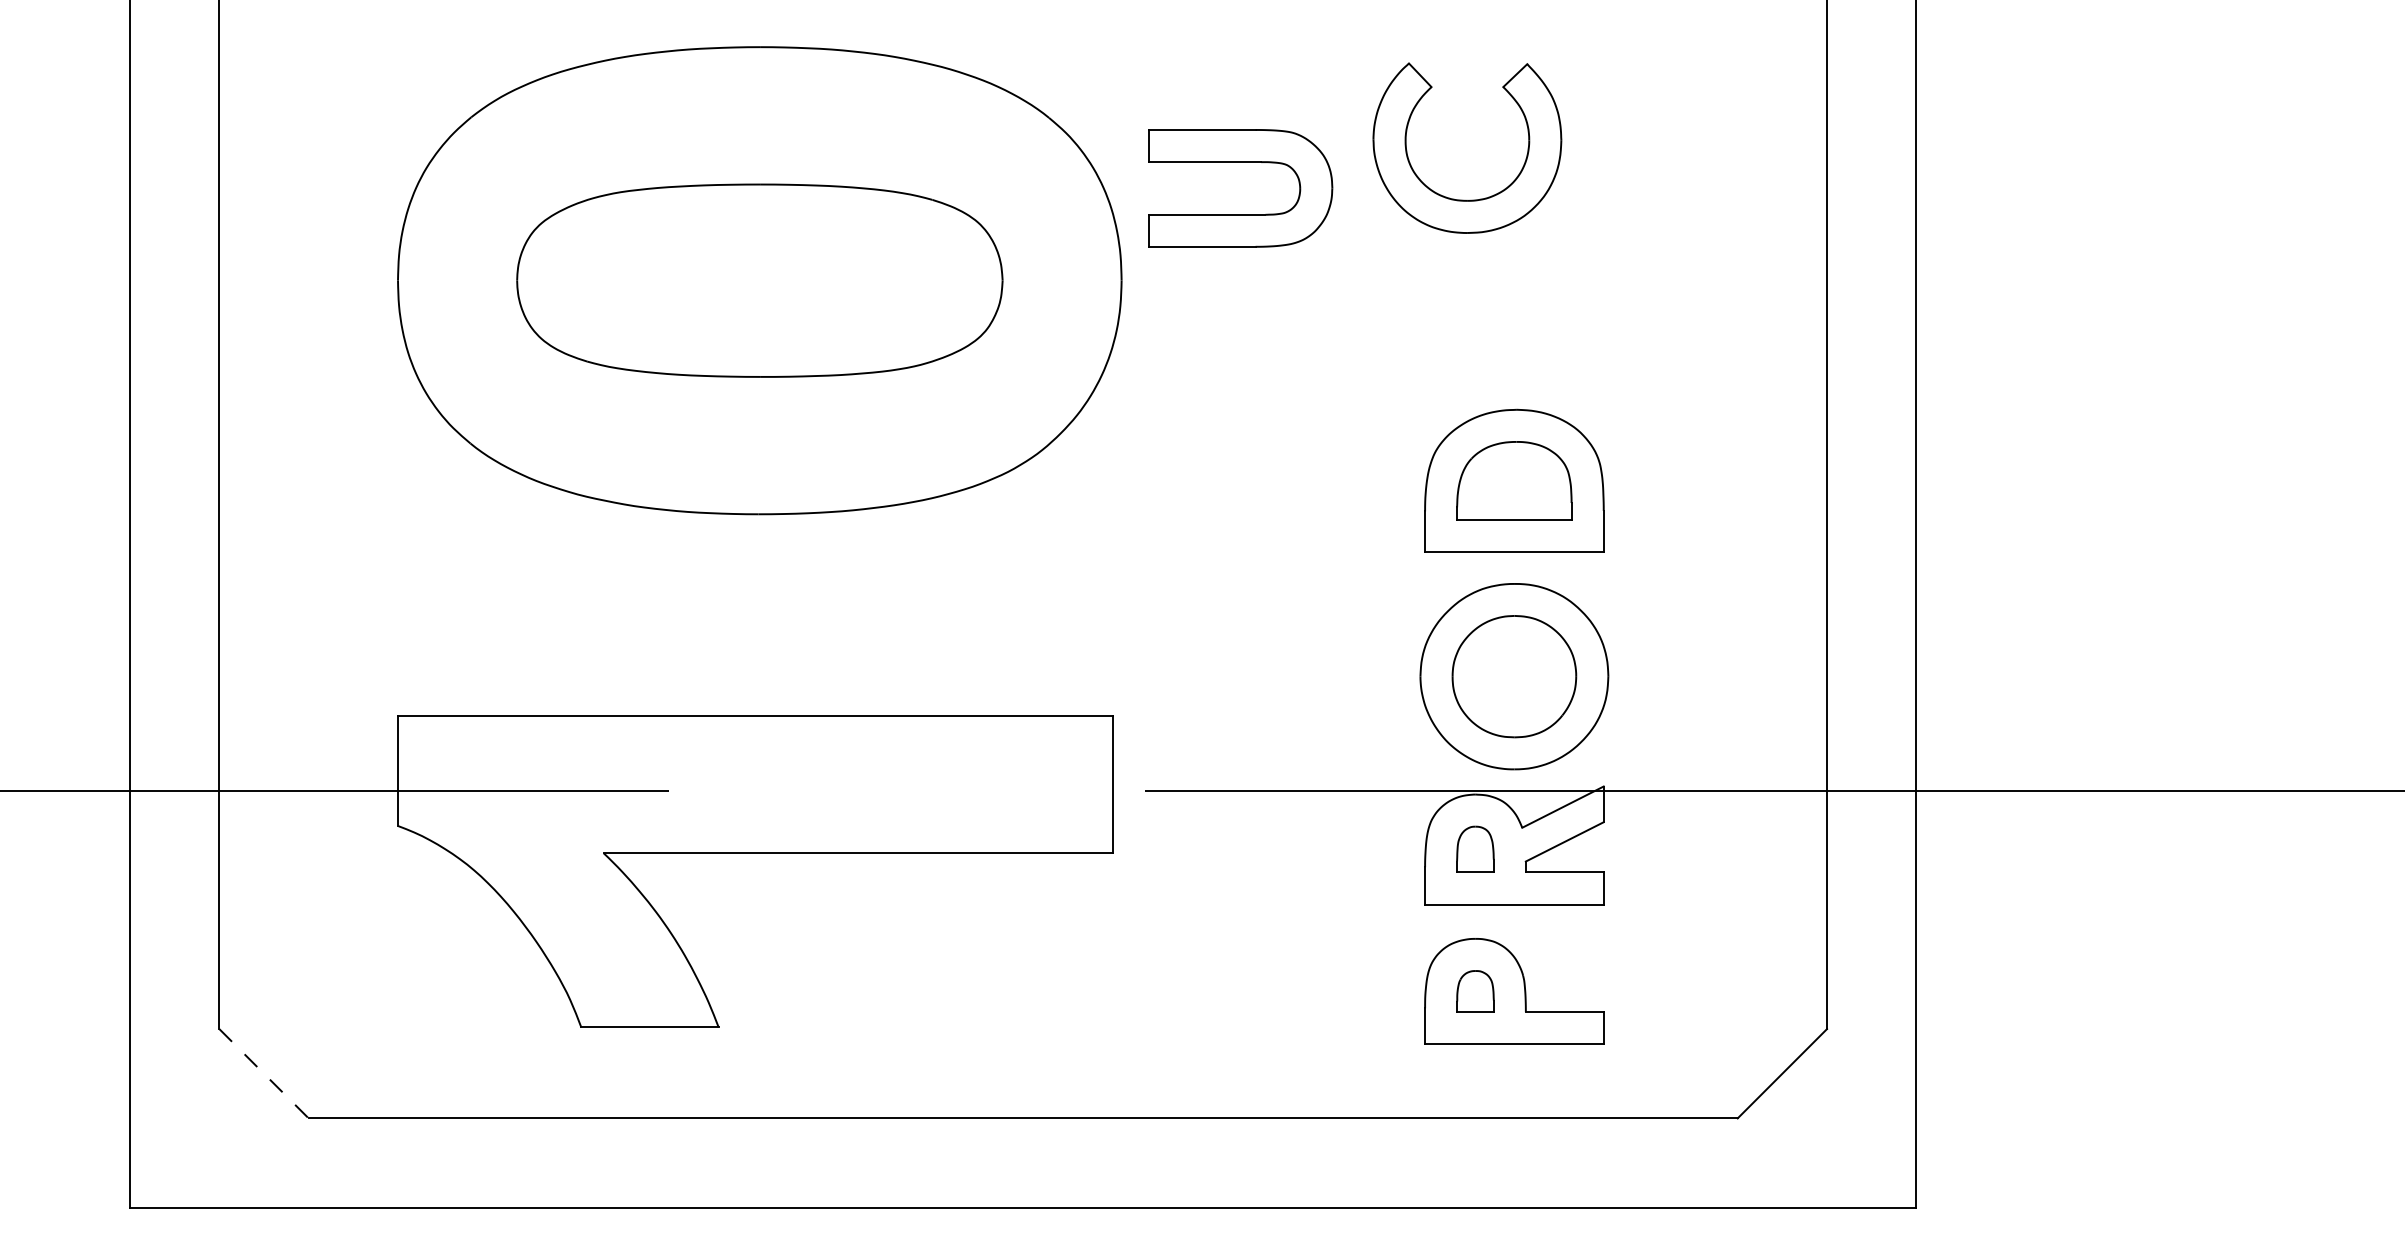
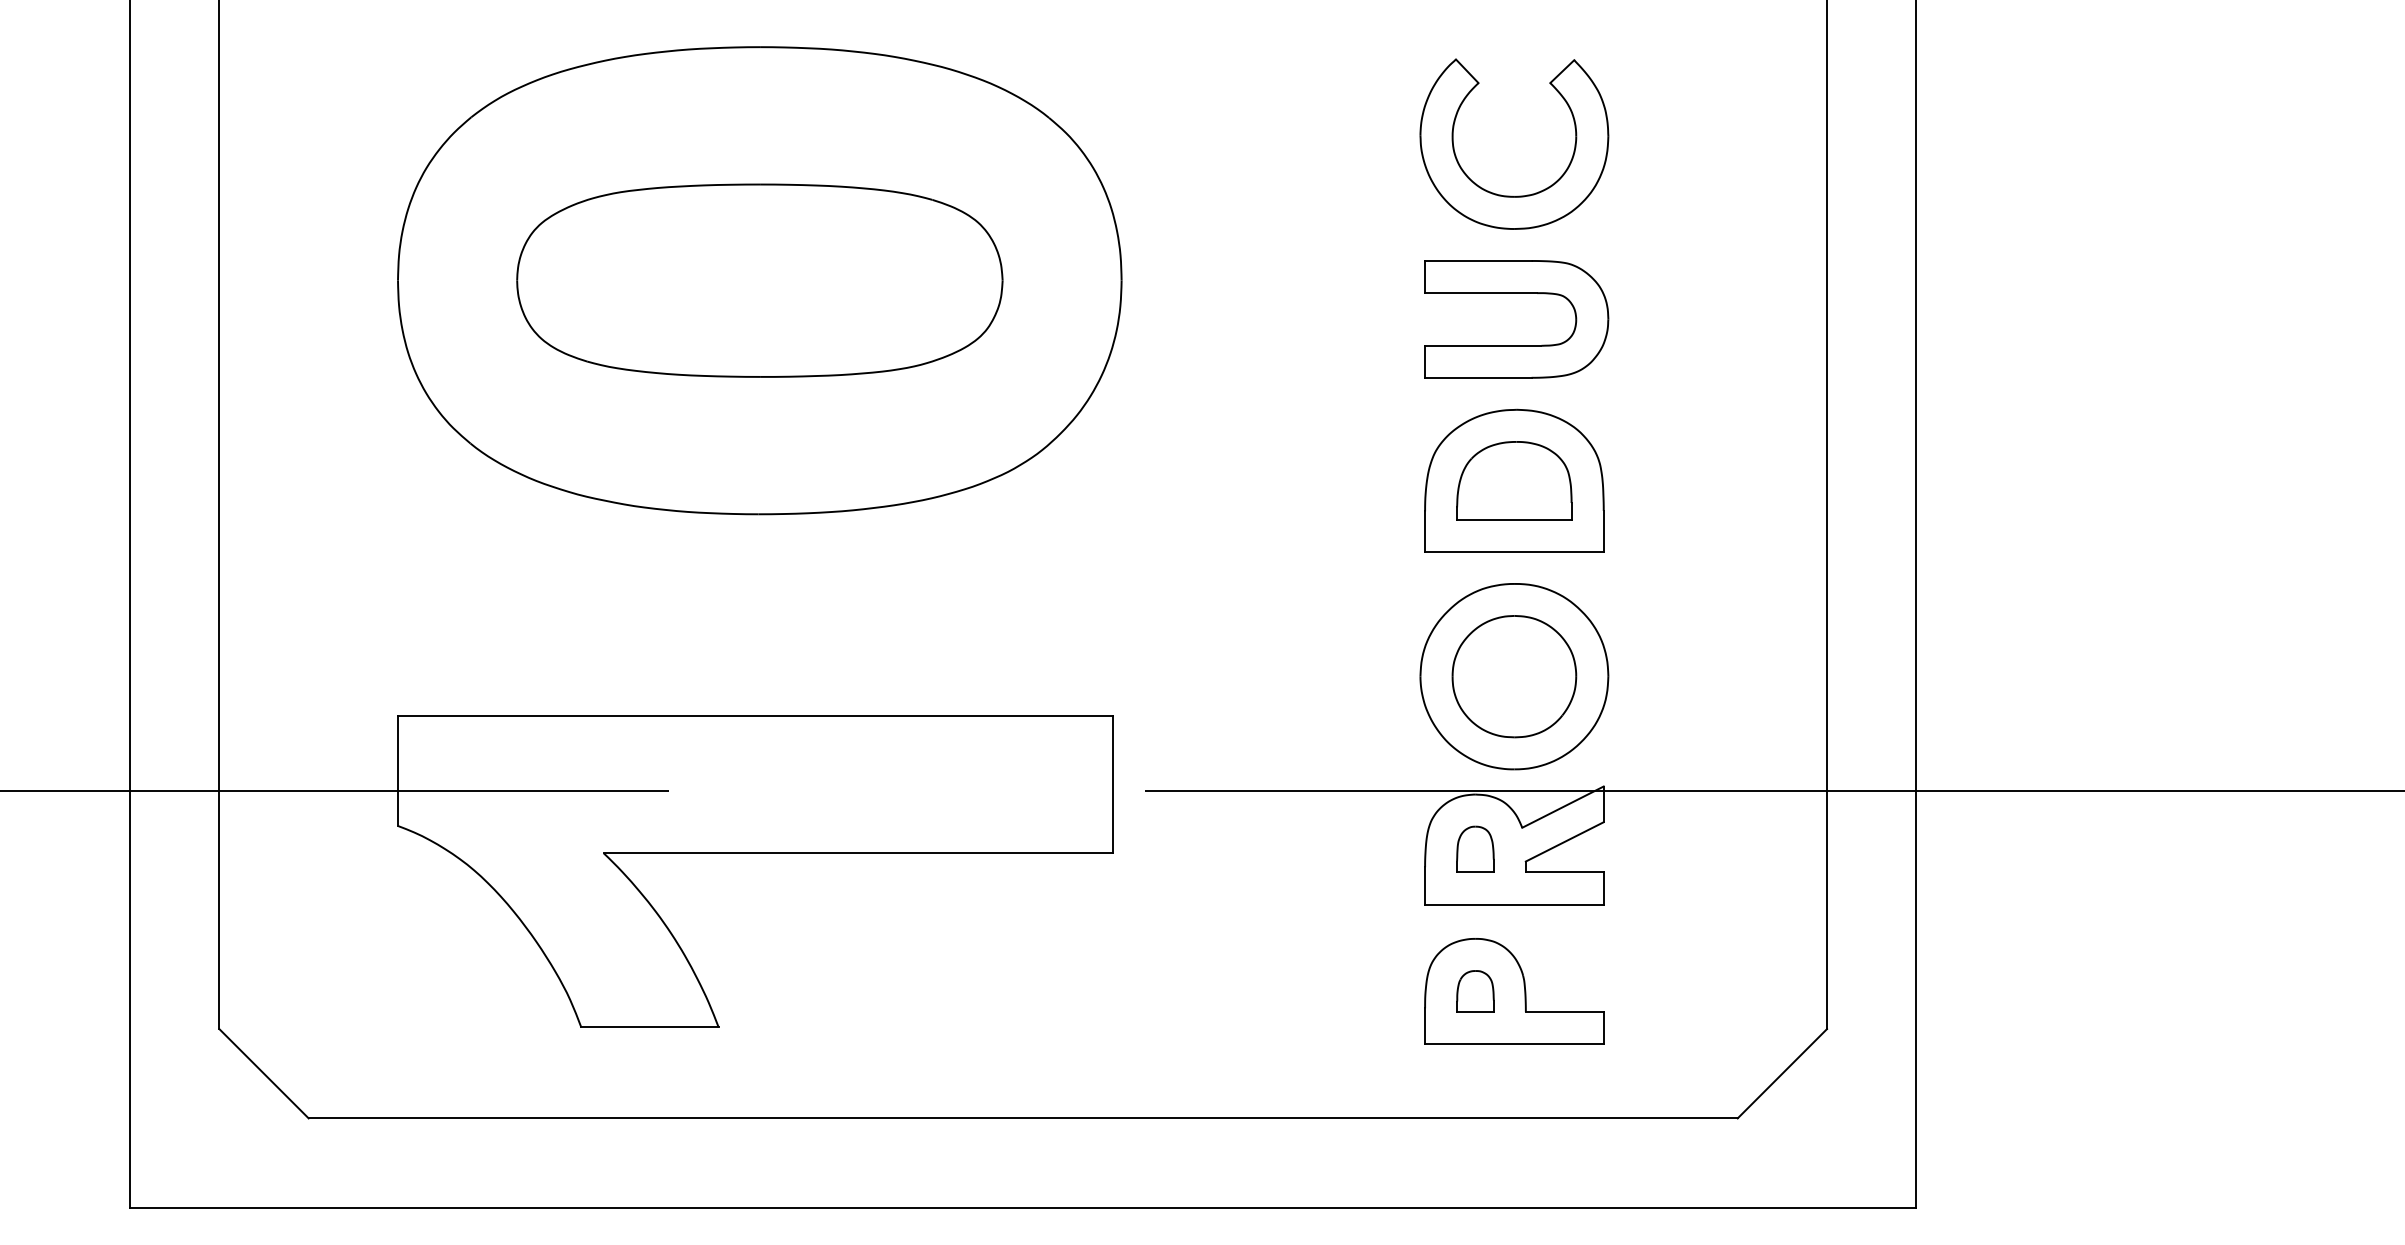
part at (1240, 162) position: (1240, 162) -> (1516, 293)
part at (1465, 199) position: (1465, 199) -> (1512, 195)
line at (264, 1074): dashed -> solid
